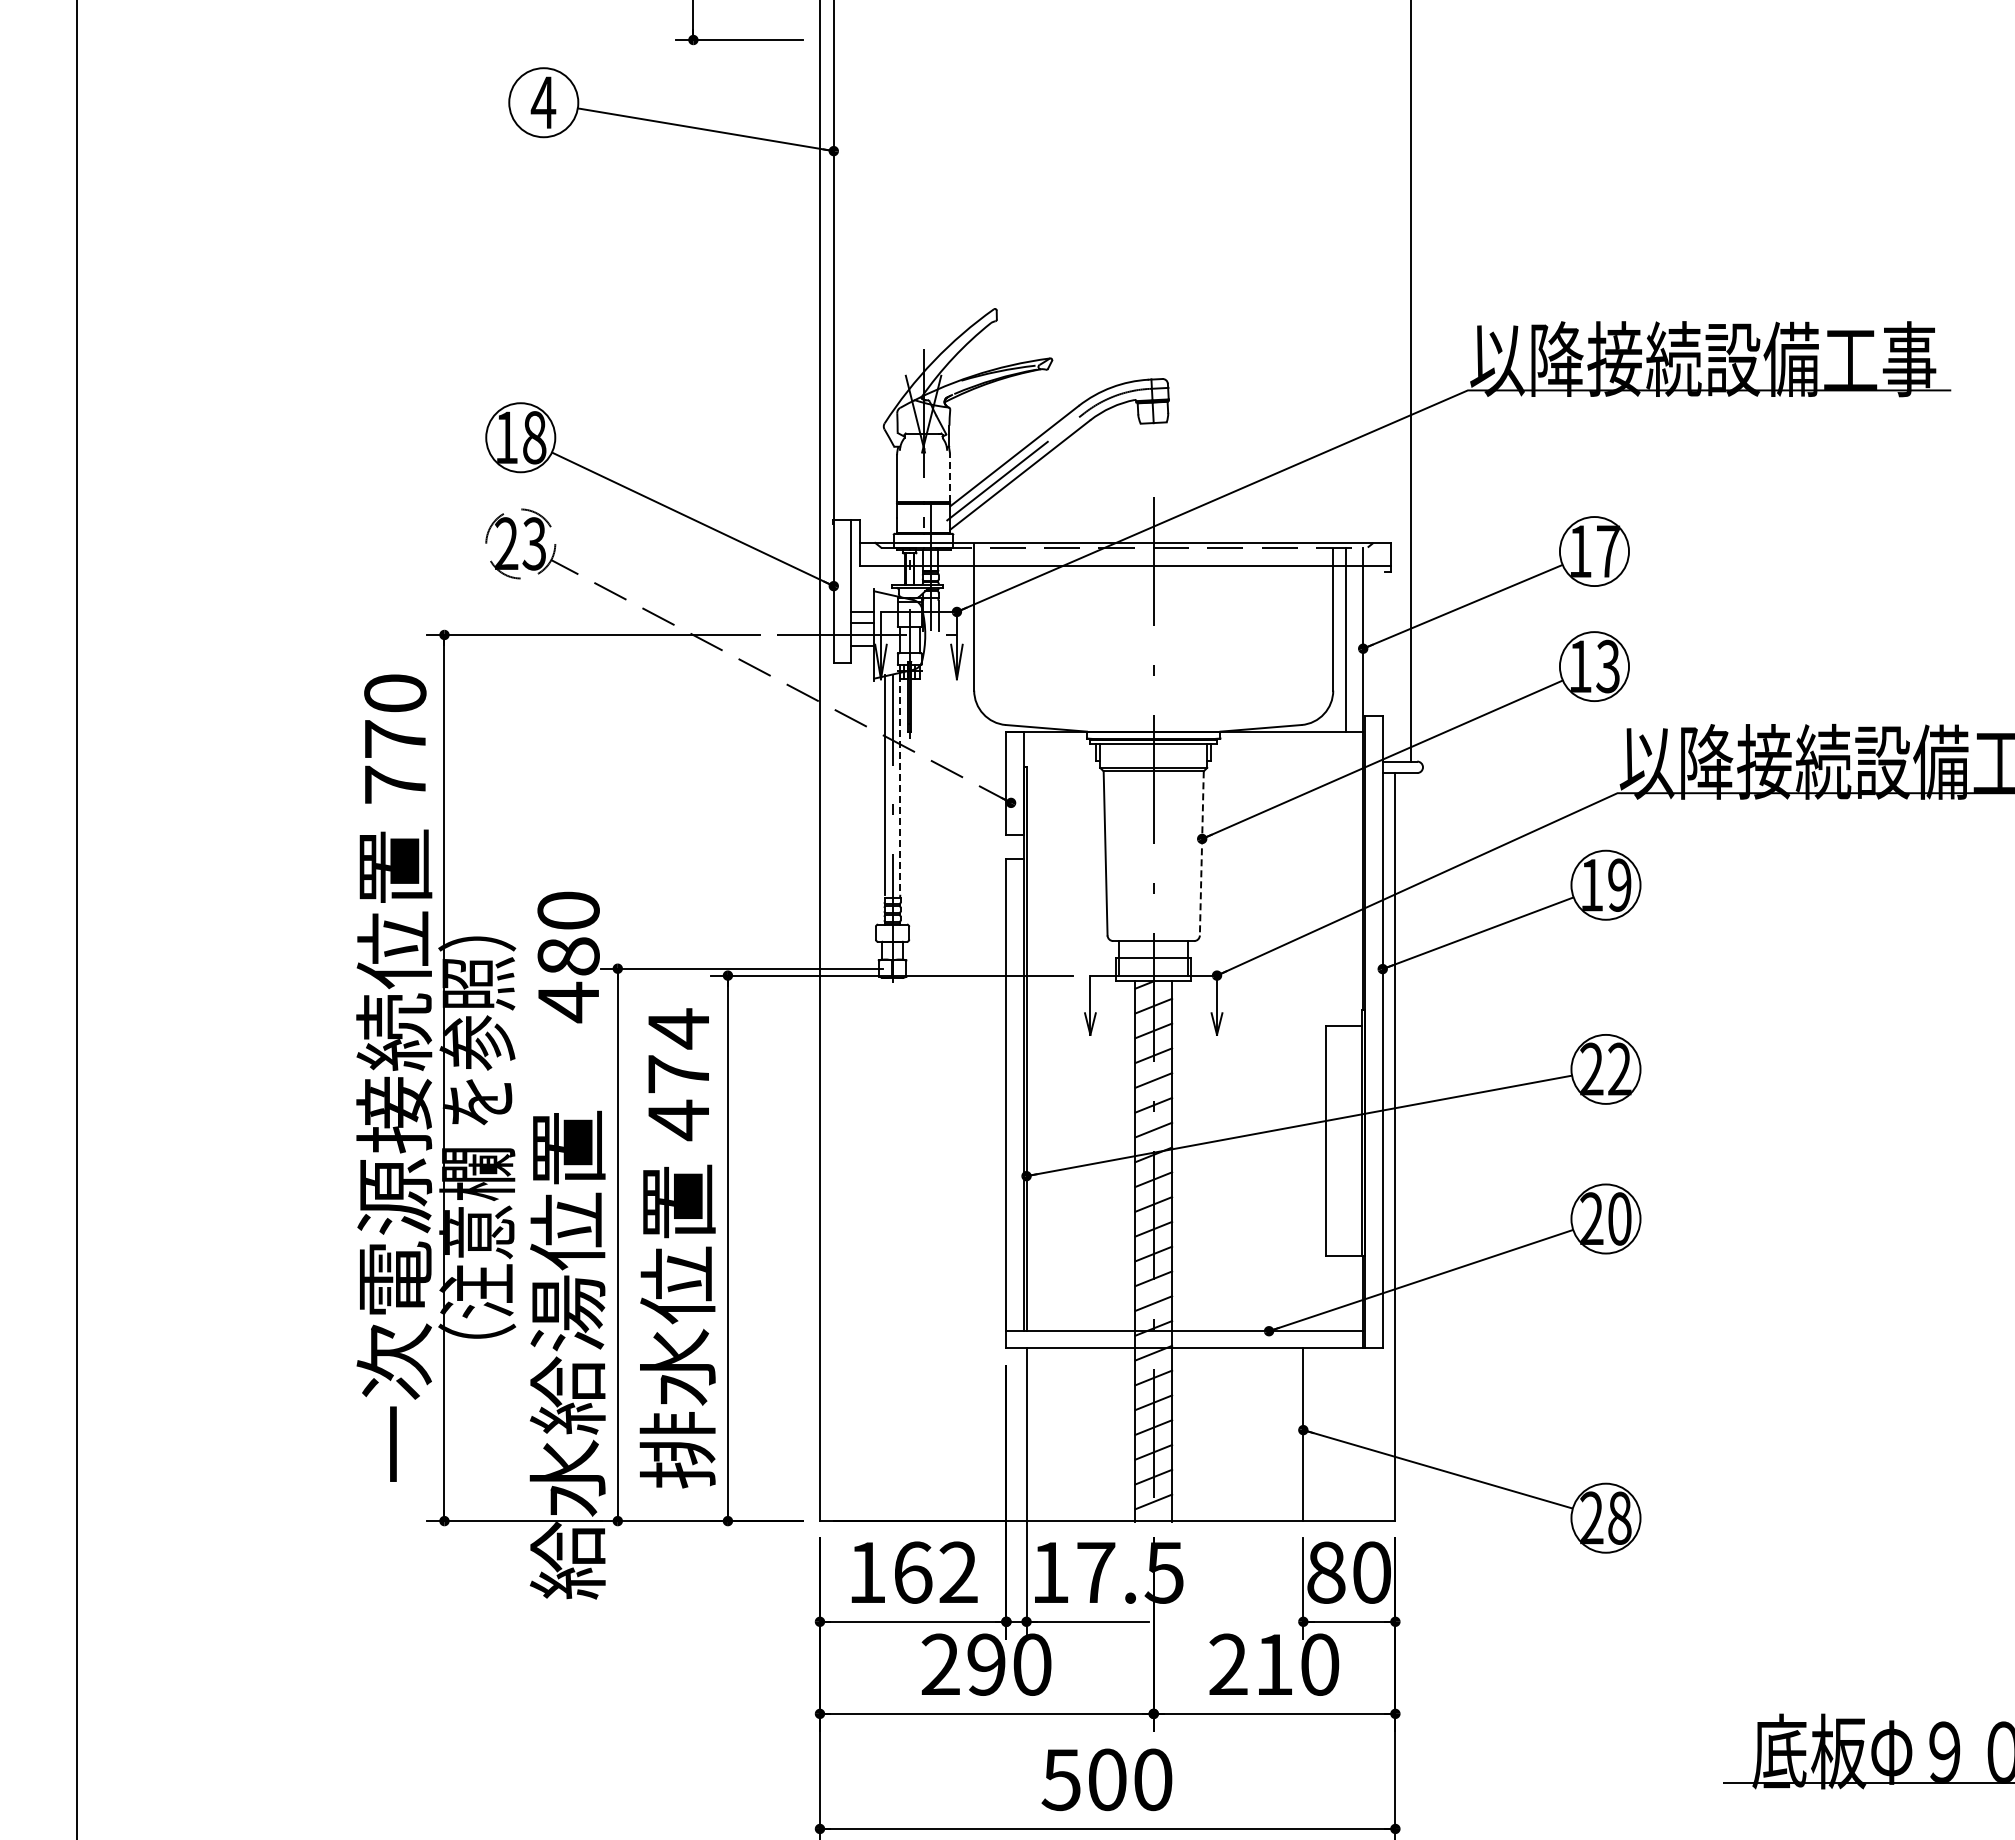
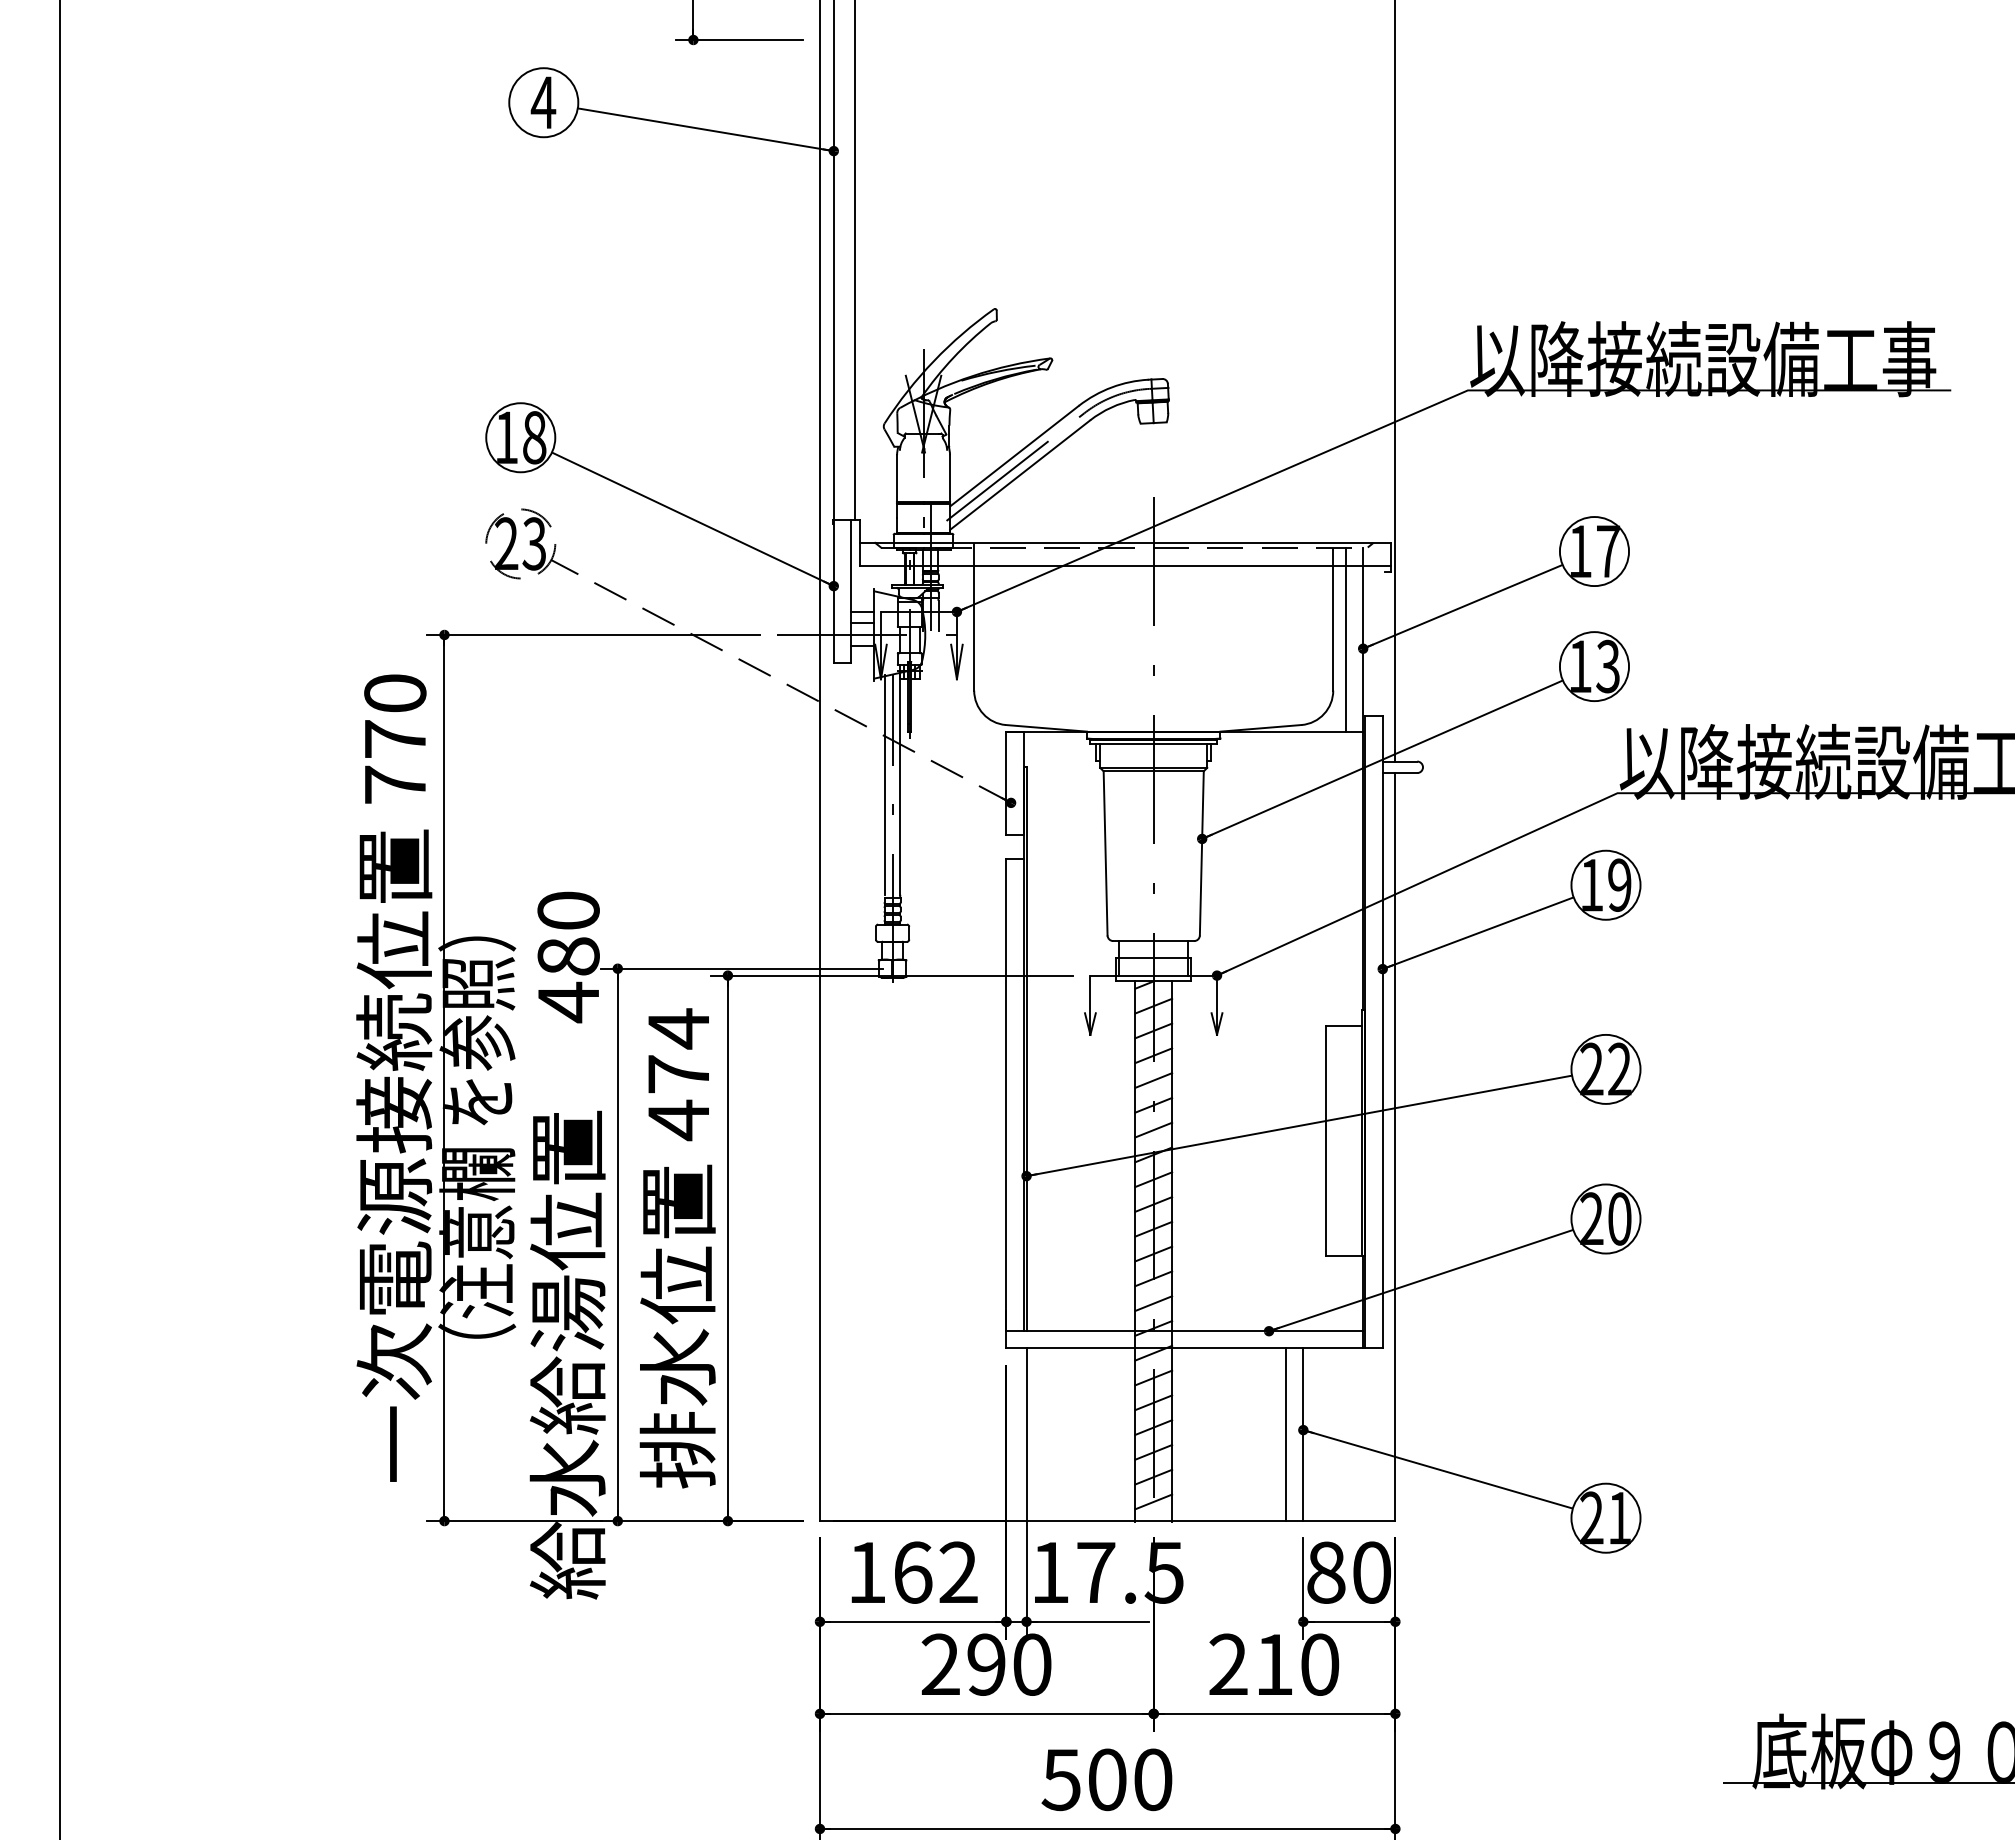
line at (854, 260): none -> present
line at (1411, 381) position: (1411, 381) -> (1395, 381)
line at (950, 478): dashed -> solid
line at (900, 784): dashed -> solid
line at (1201, 853): dashed -> solid
line at (77, 919) position: (77, 919) -> (60, 919)
line at (1286, 1434): none -> present
text at (1619, 1517): 28 -> 21
